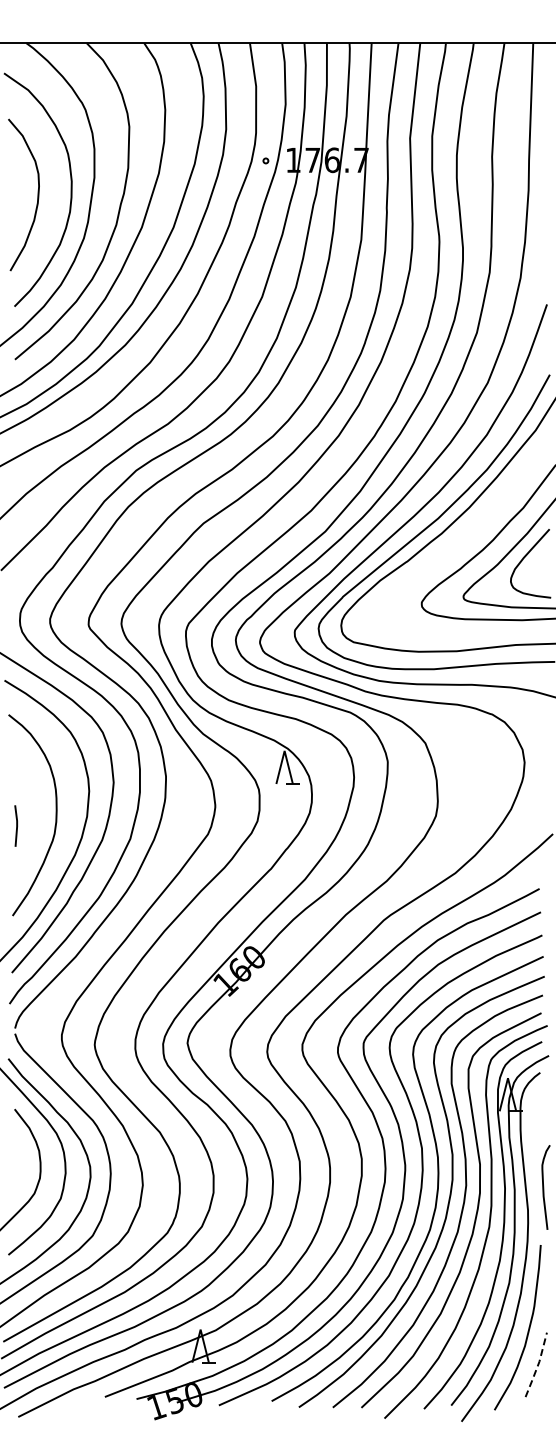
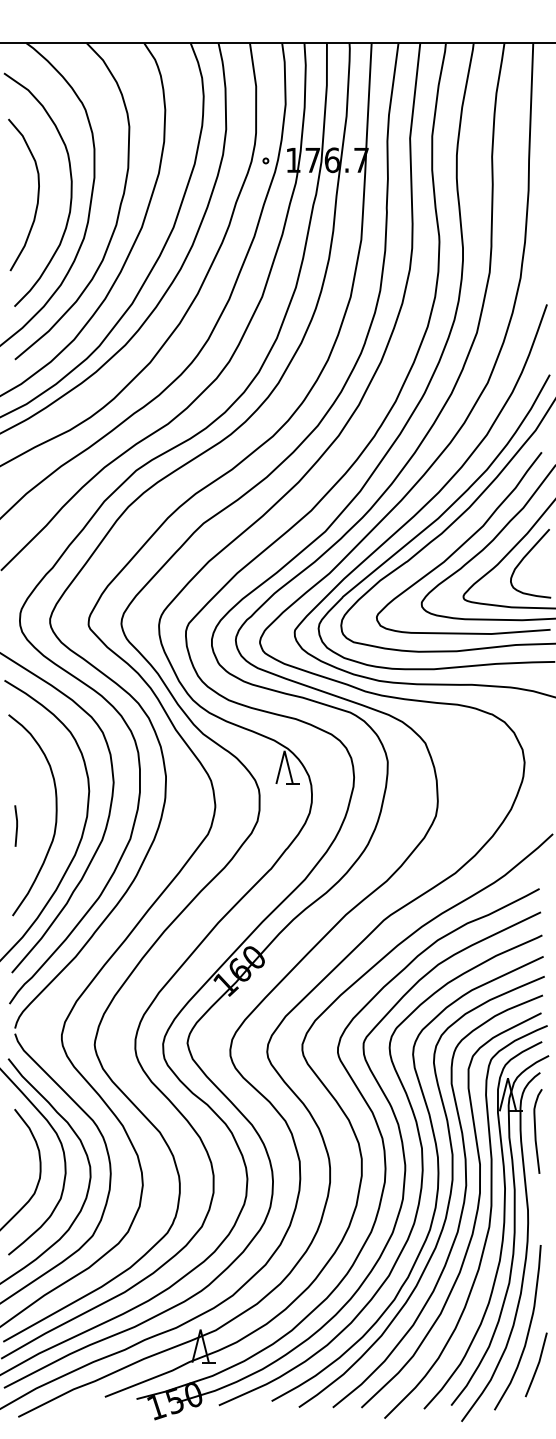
curve at (463, 543): none -> present
curve at (544, 1187) position: (544, 1187) -> (536, 1131)
line at (538, 1365): dashed -> solid
